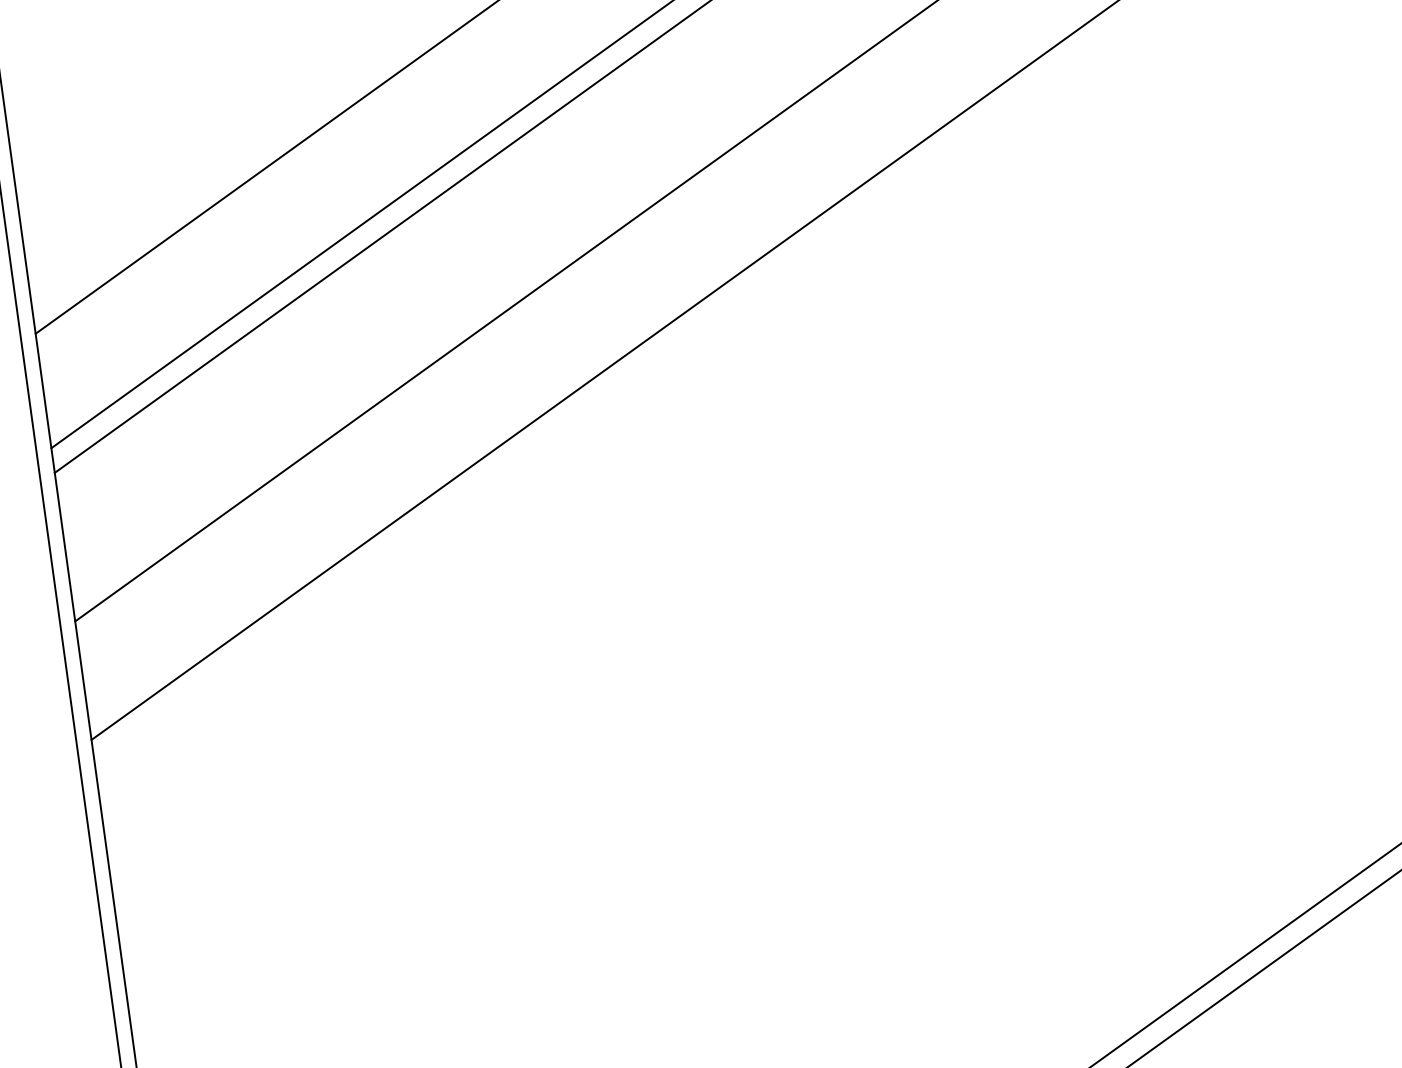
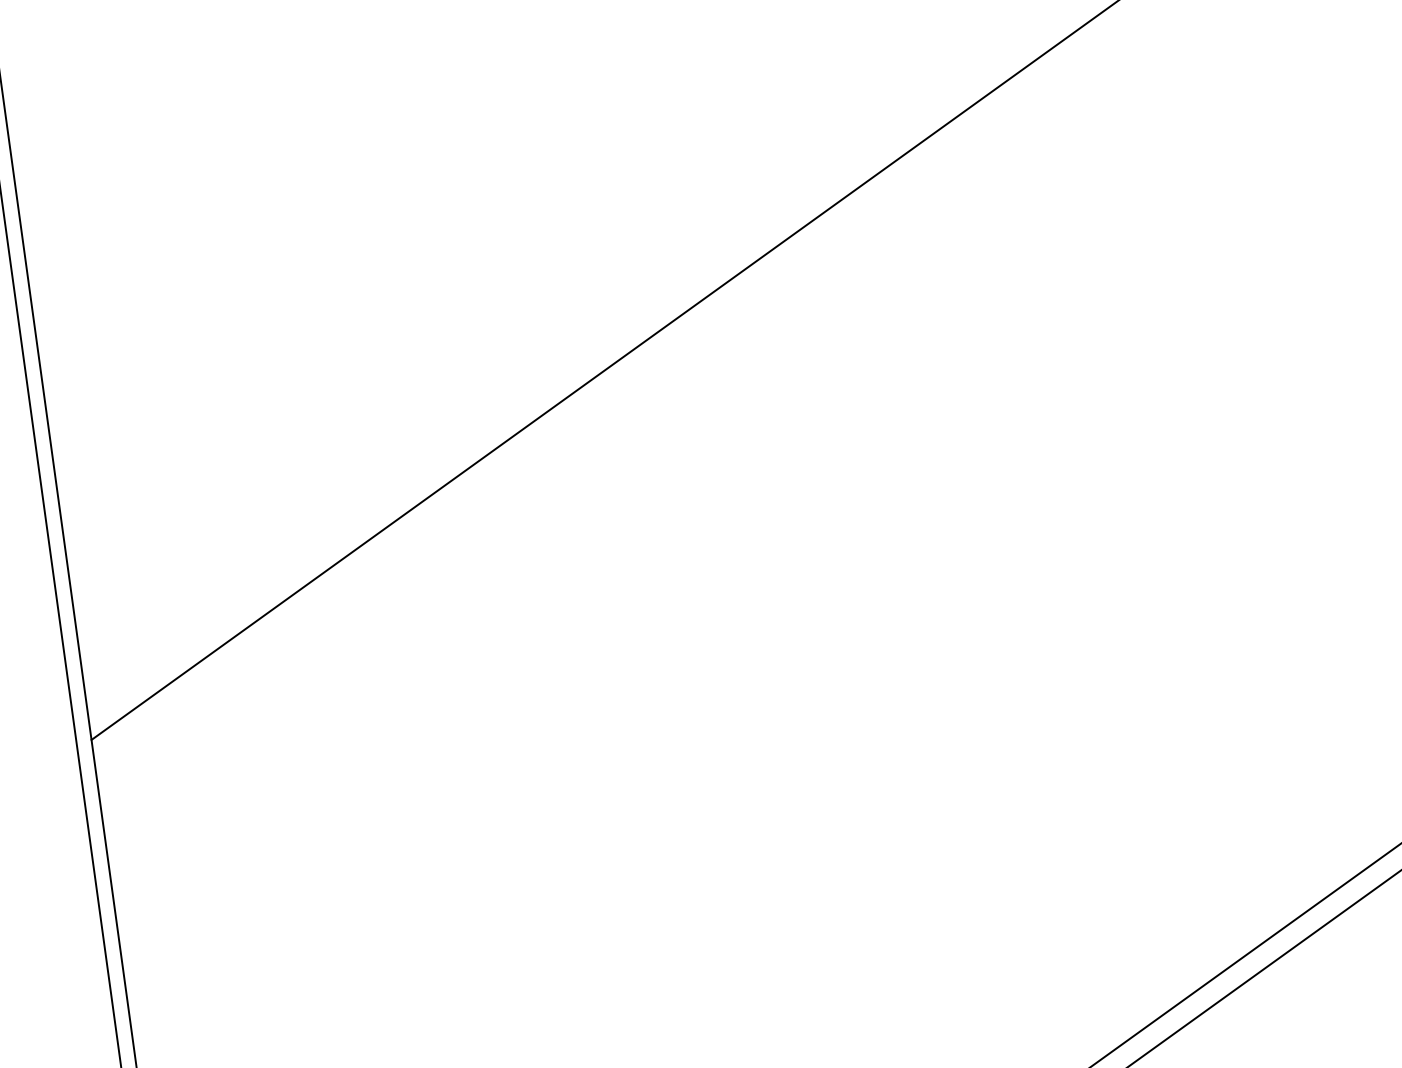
line at (265, 167): present -> none
line at (360, 225): present -> none
line at (381, 237): present -> none
line at (505, 311): present -> none
